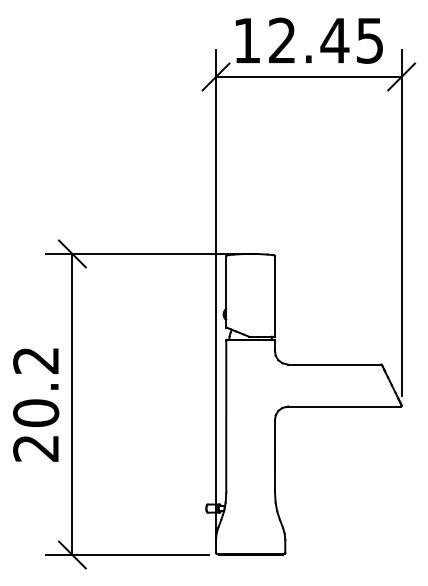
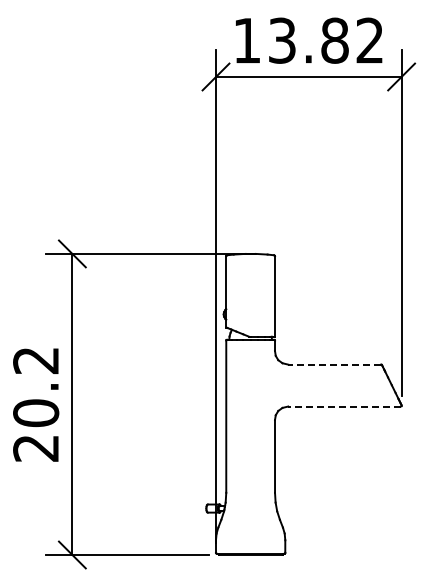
text at (325, 40): 12.45 -> 13.82
line at (334, 364): solid -> dashed
line at (344, 406): solid -> dashed
